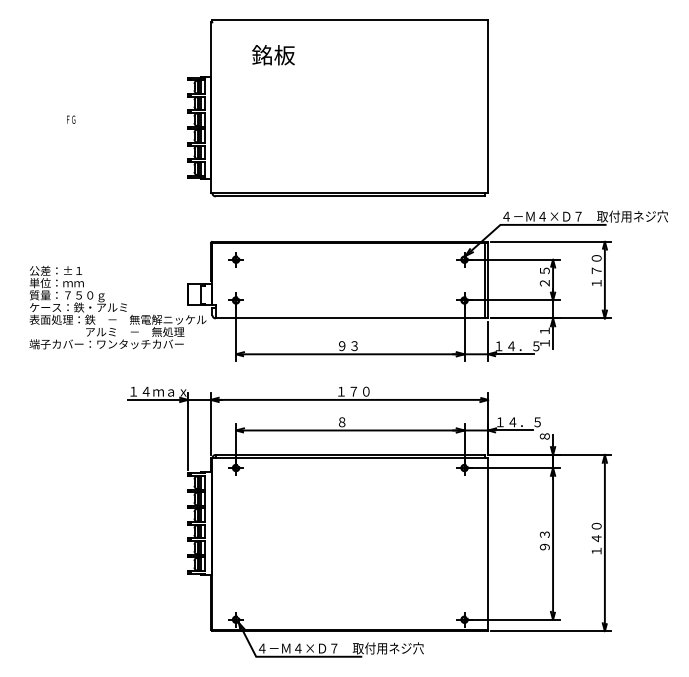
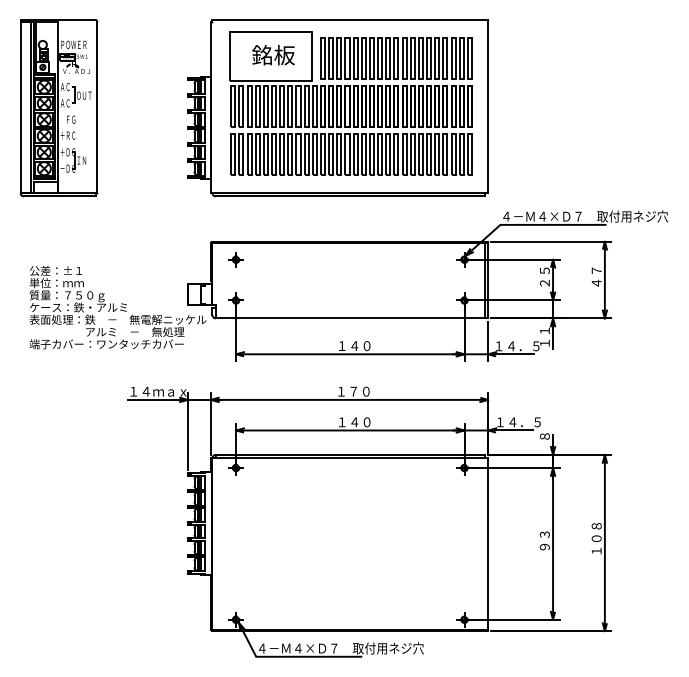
part at (350, 103): none -> present
part at (58, 108): none -> present
text at (596, 270): １７０ -> ４７
text at (354, 346): ９３ -> １４０
text at (354, 422): ８ -> １４０
text at (596, 532): １４０ -> １０８
